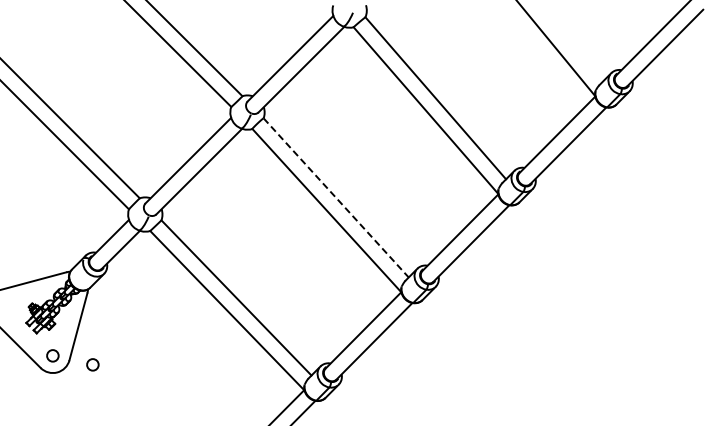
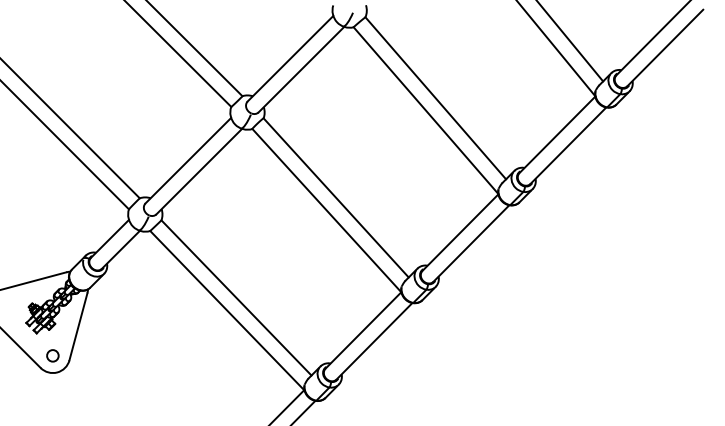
line at (570, 41): none -> present
line at (336, 197): dashed -> solid
circle at (92, 364): present -> none
